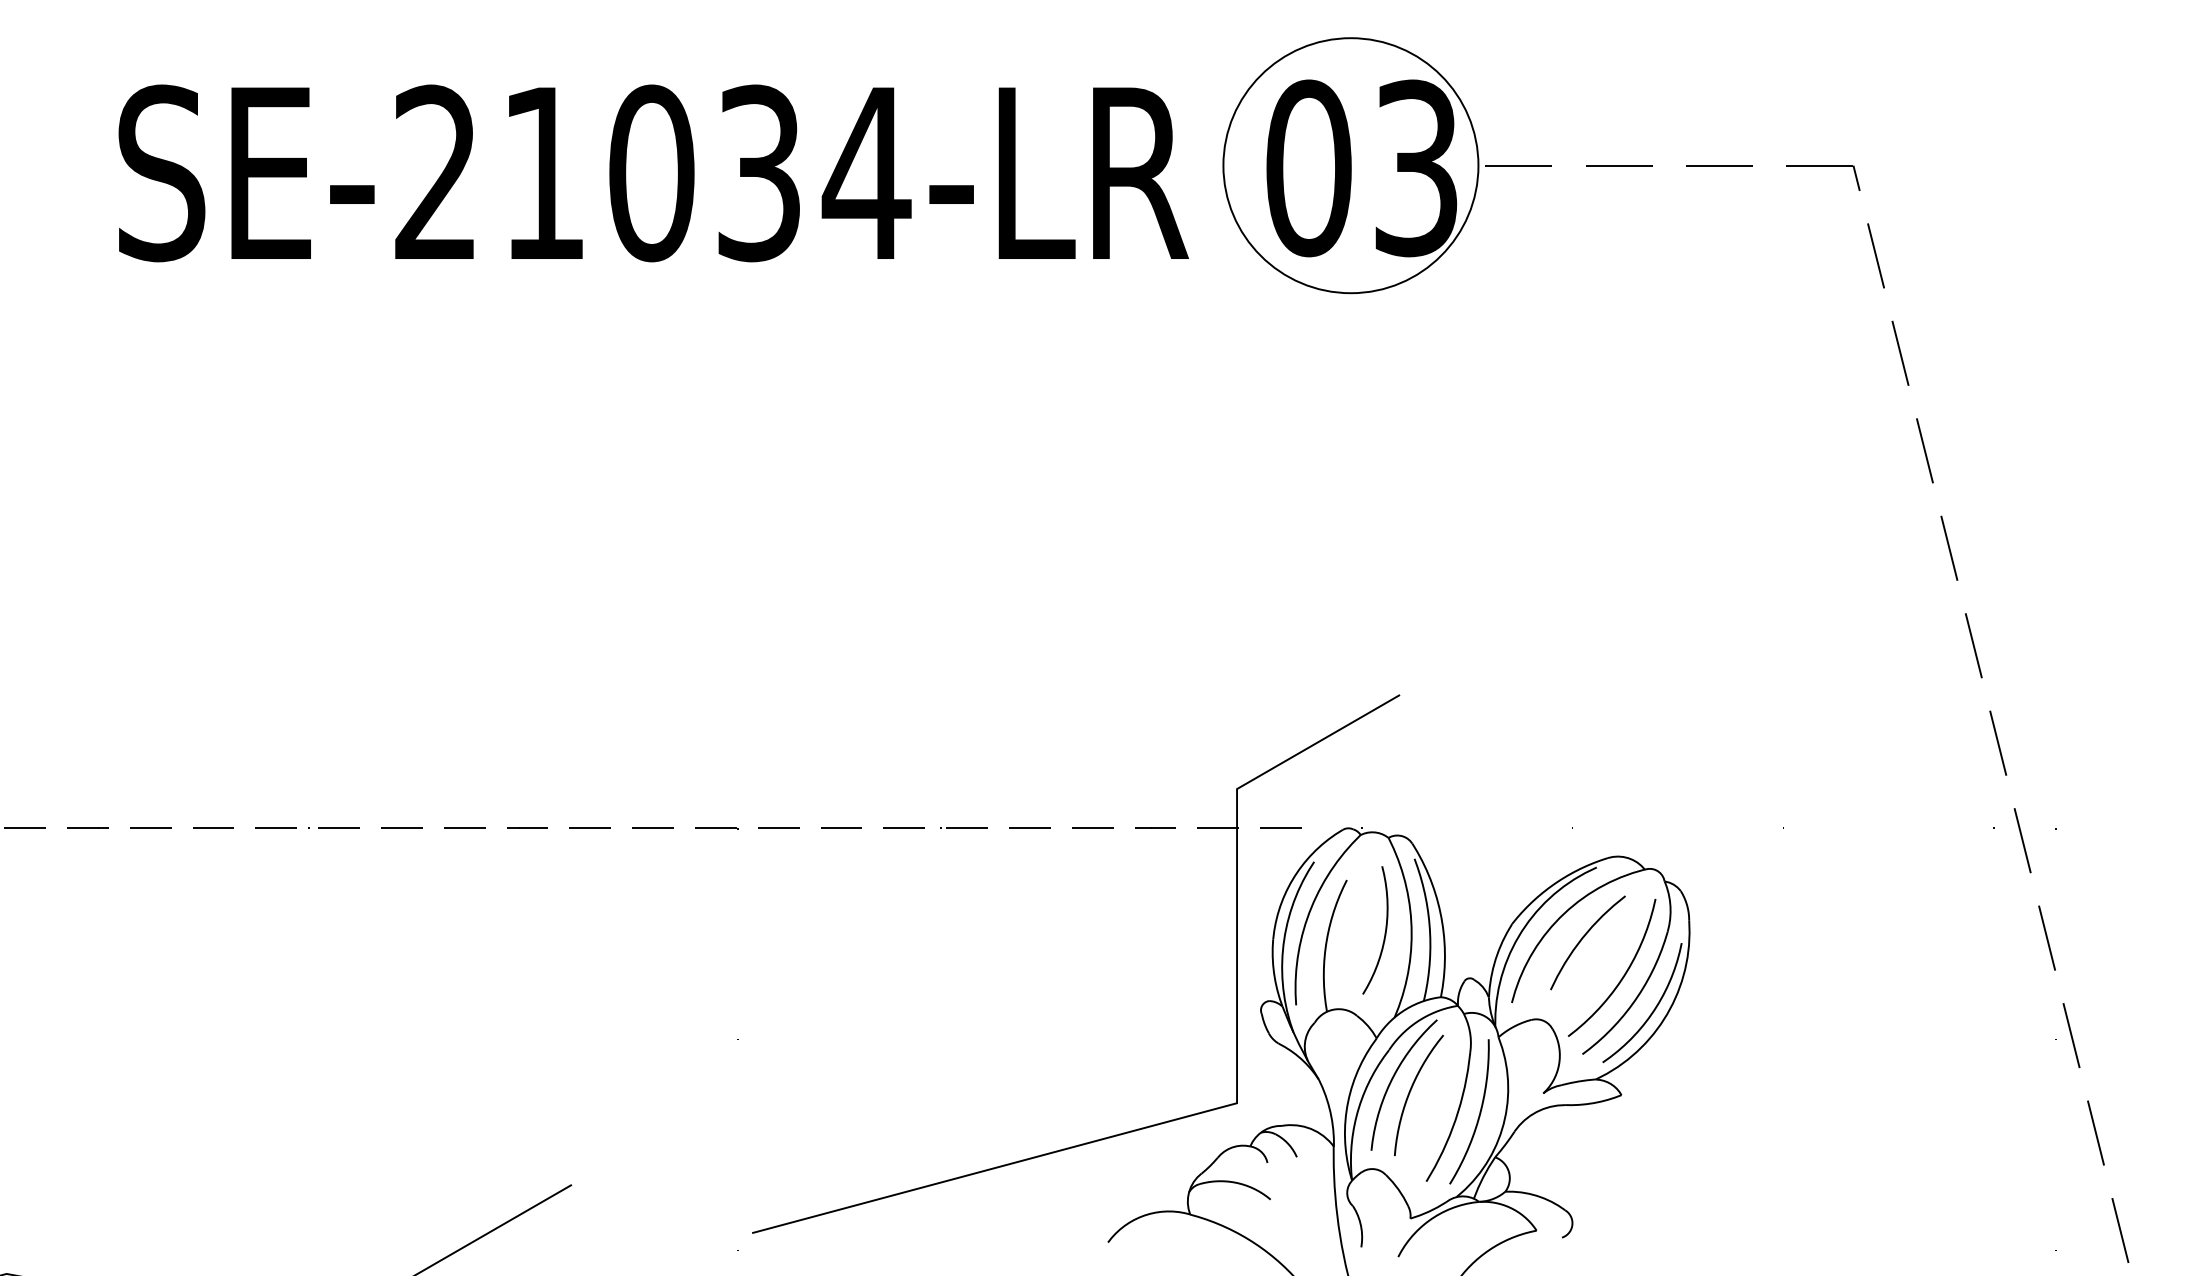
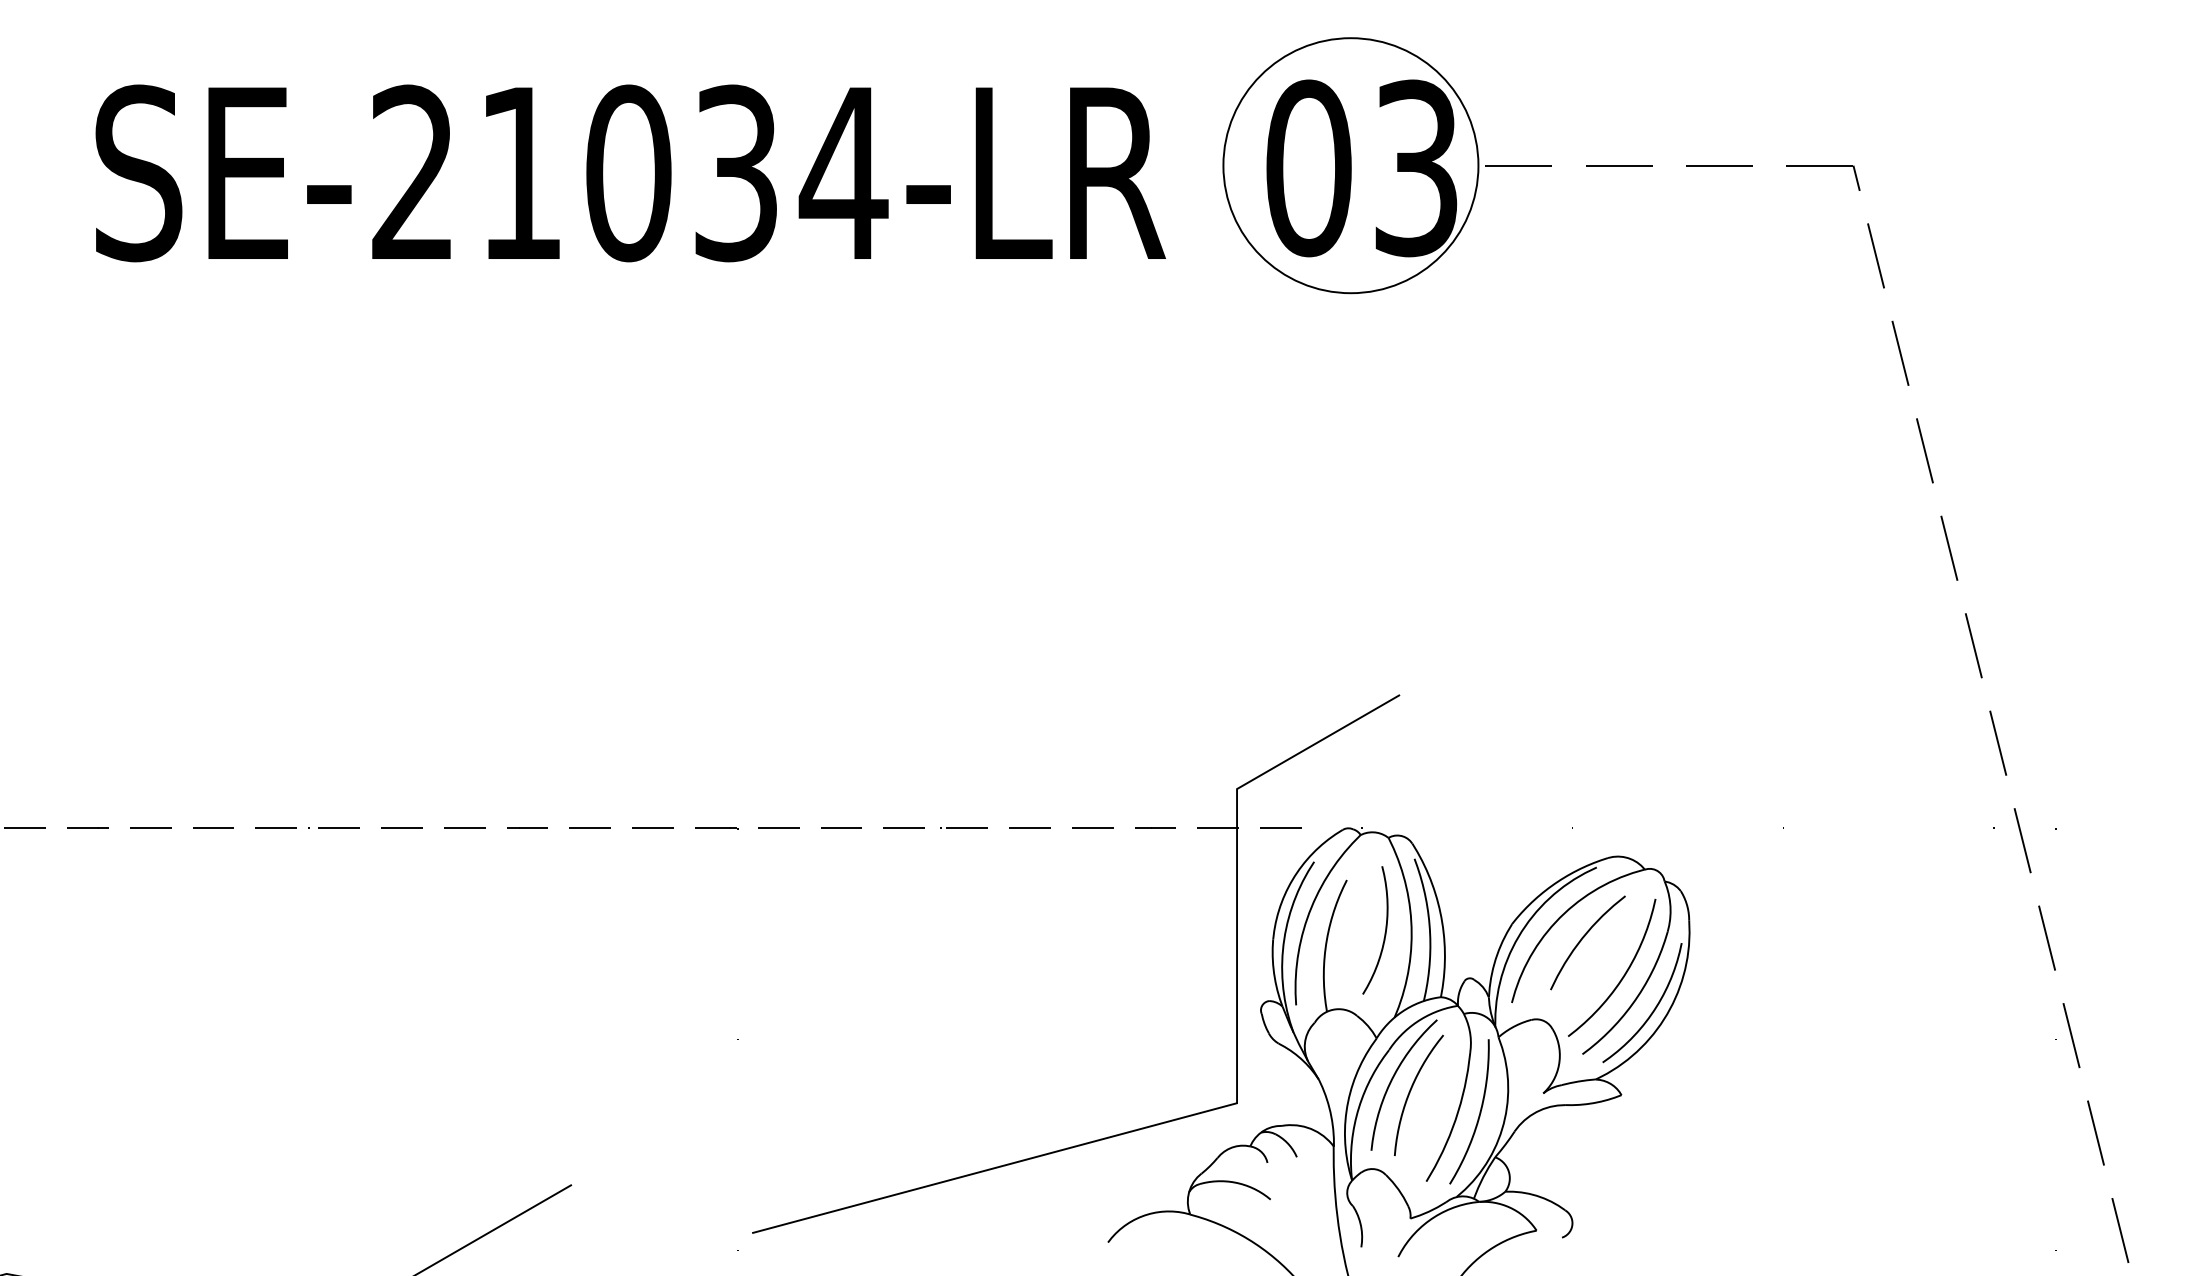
text at (653, 173) position: (653, 173) -> (630, 173)
